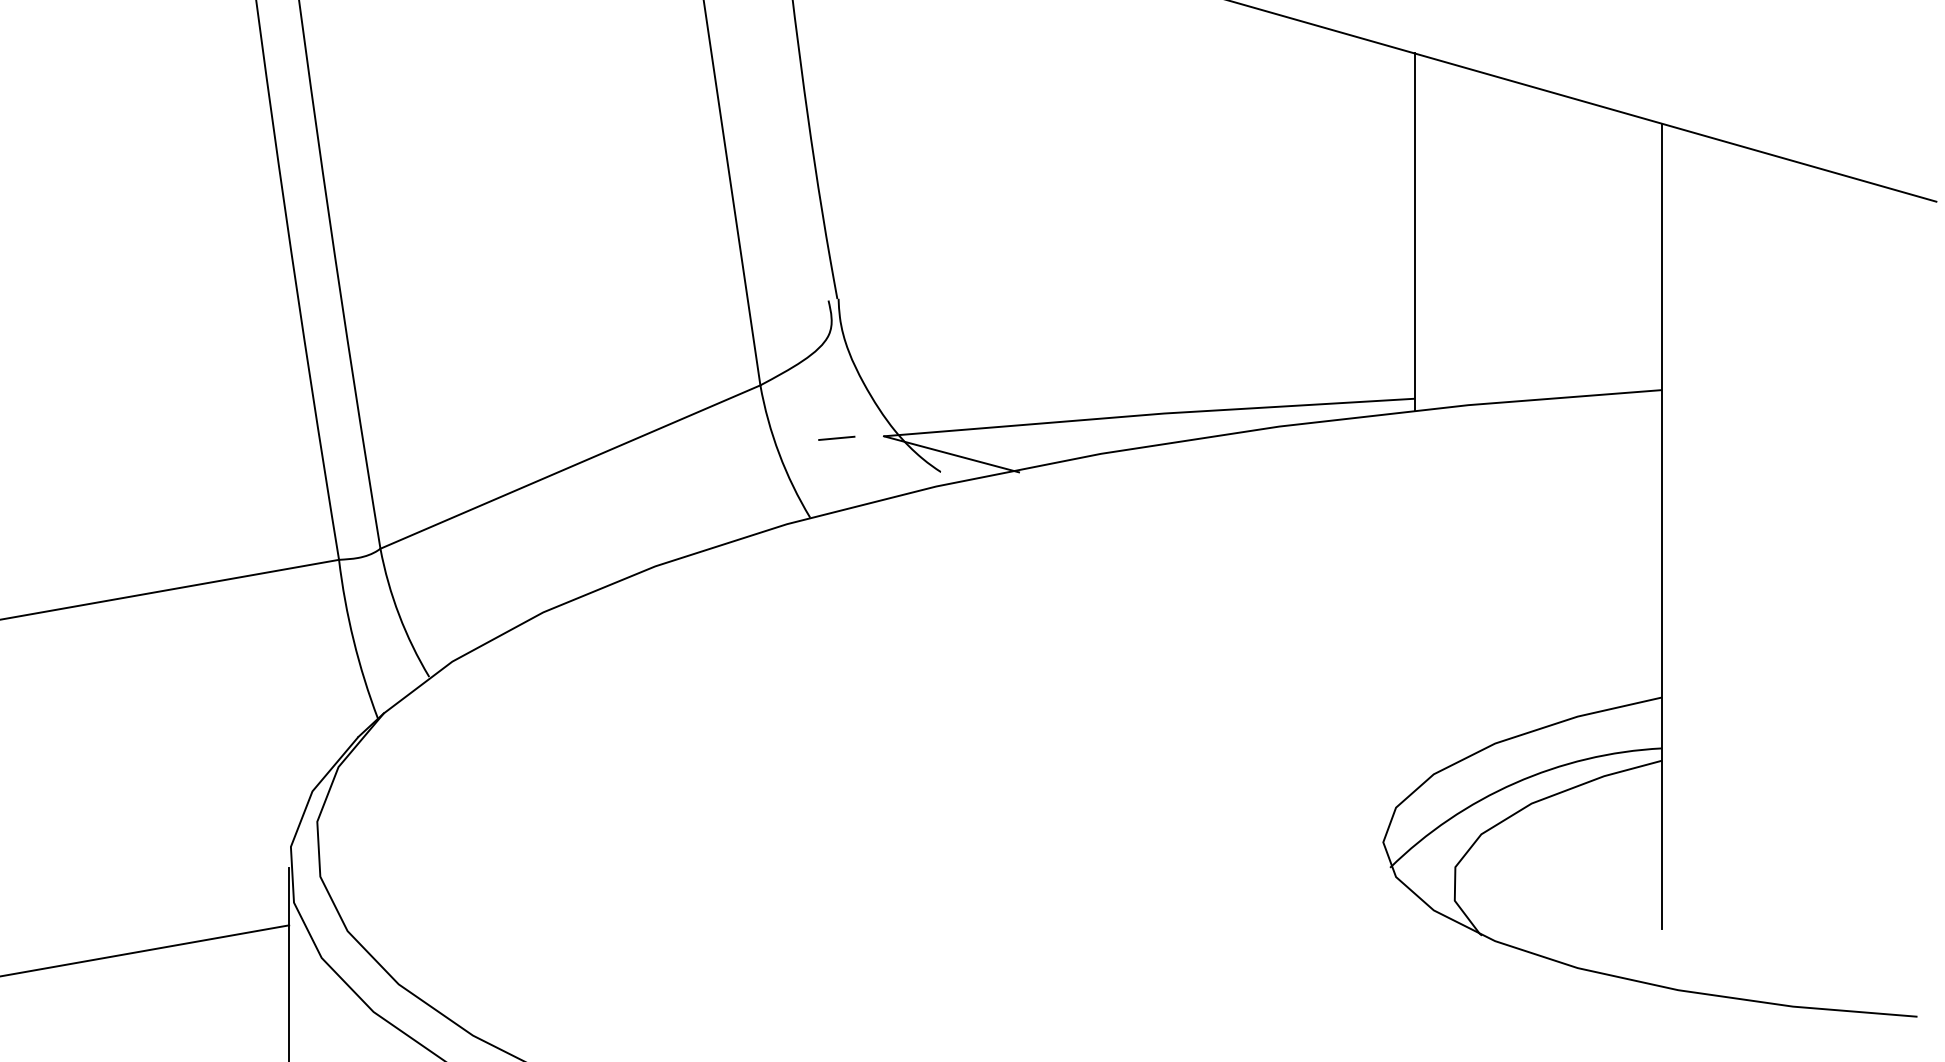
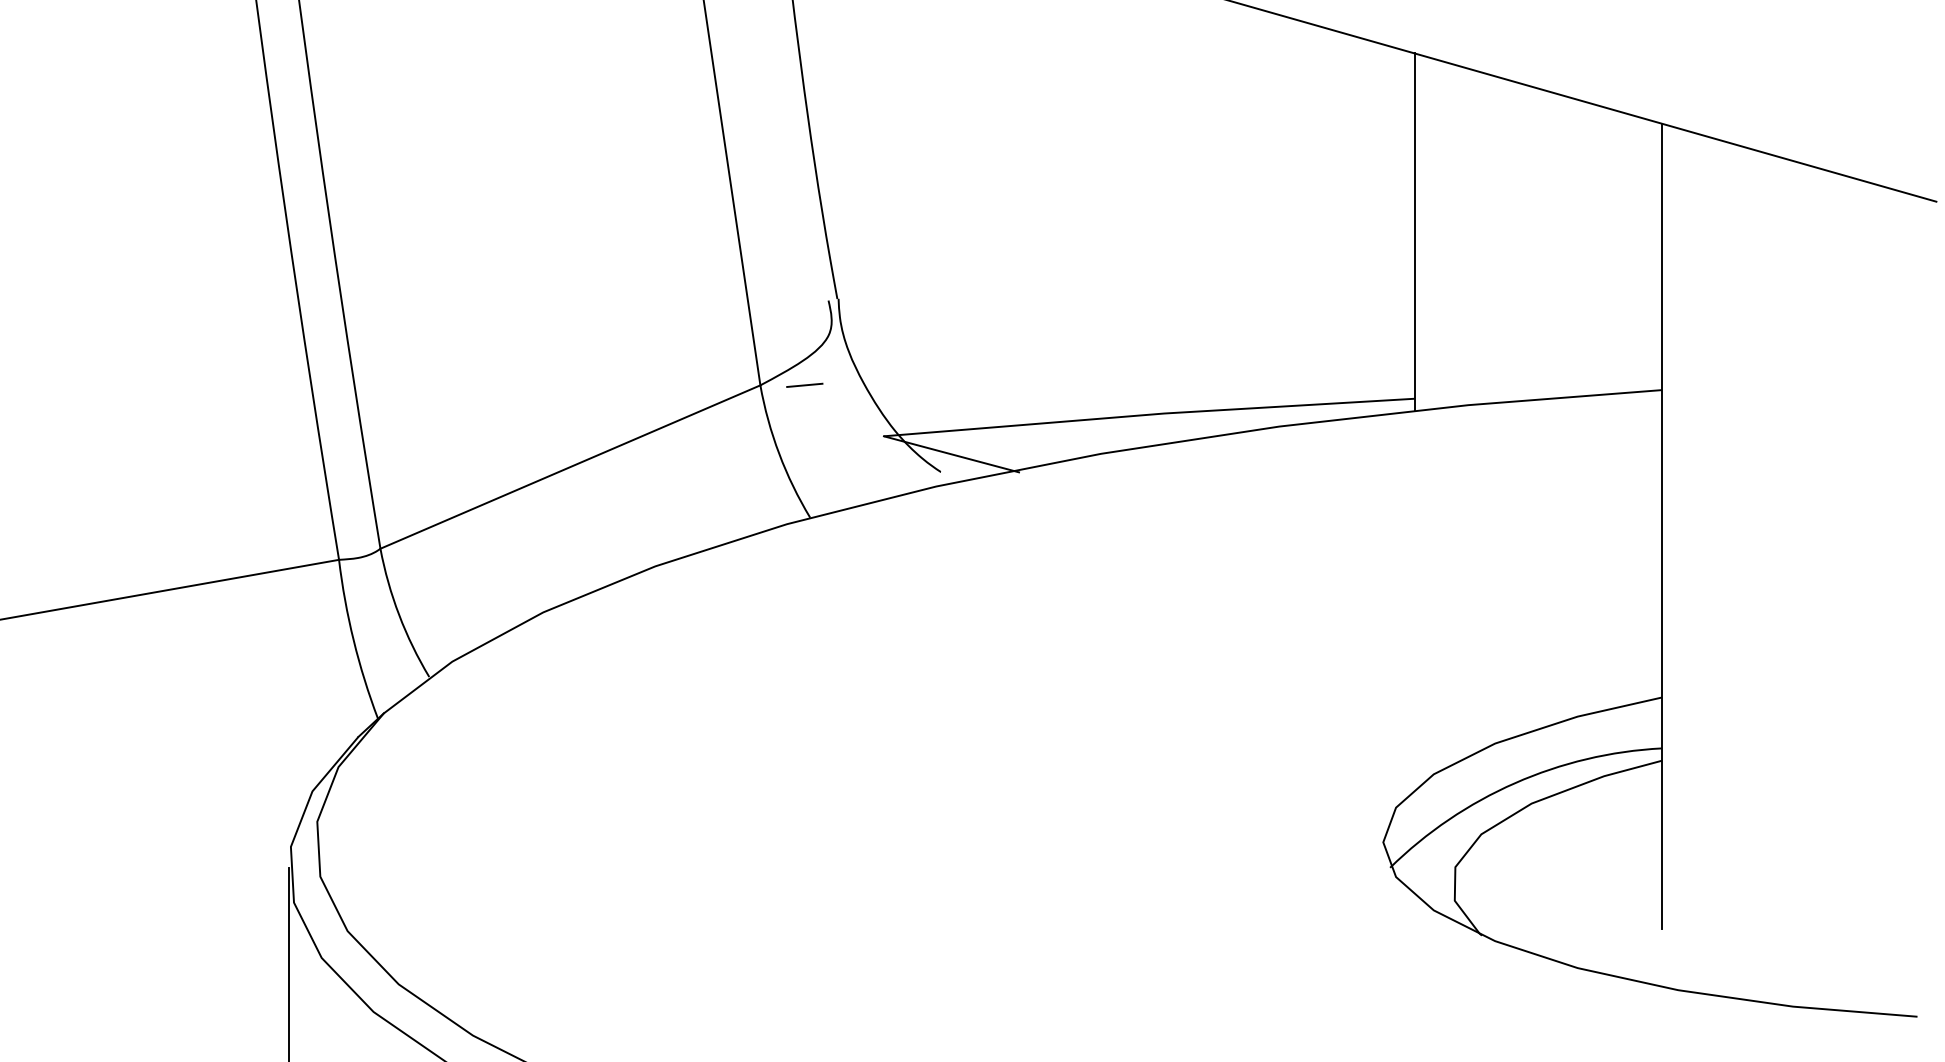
line at (836, 437) position: (836, 437) -> (804, 384)
line at (145, 950): present -> none
